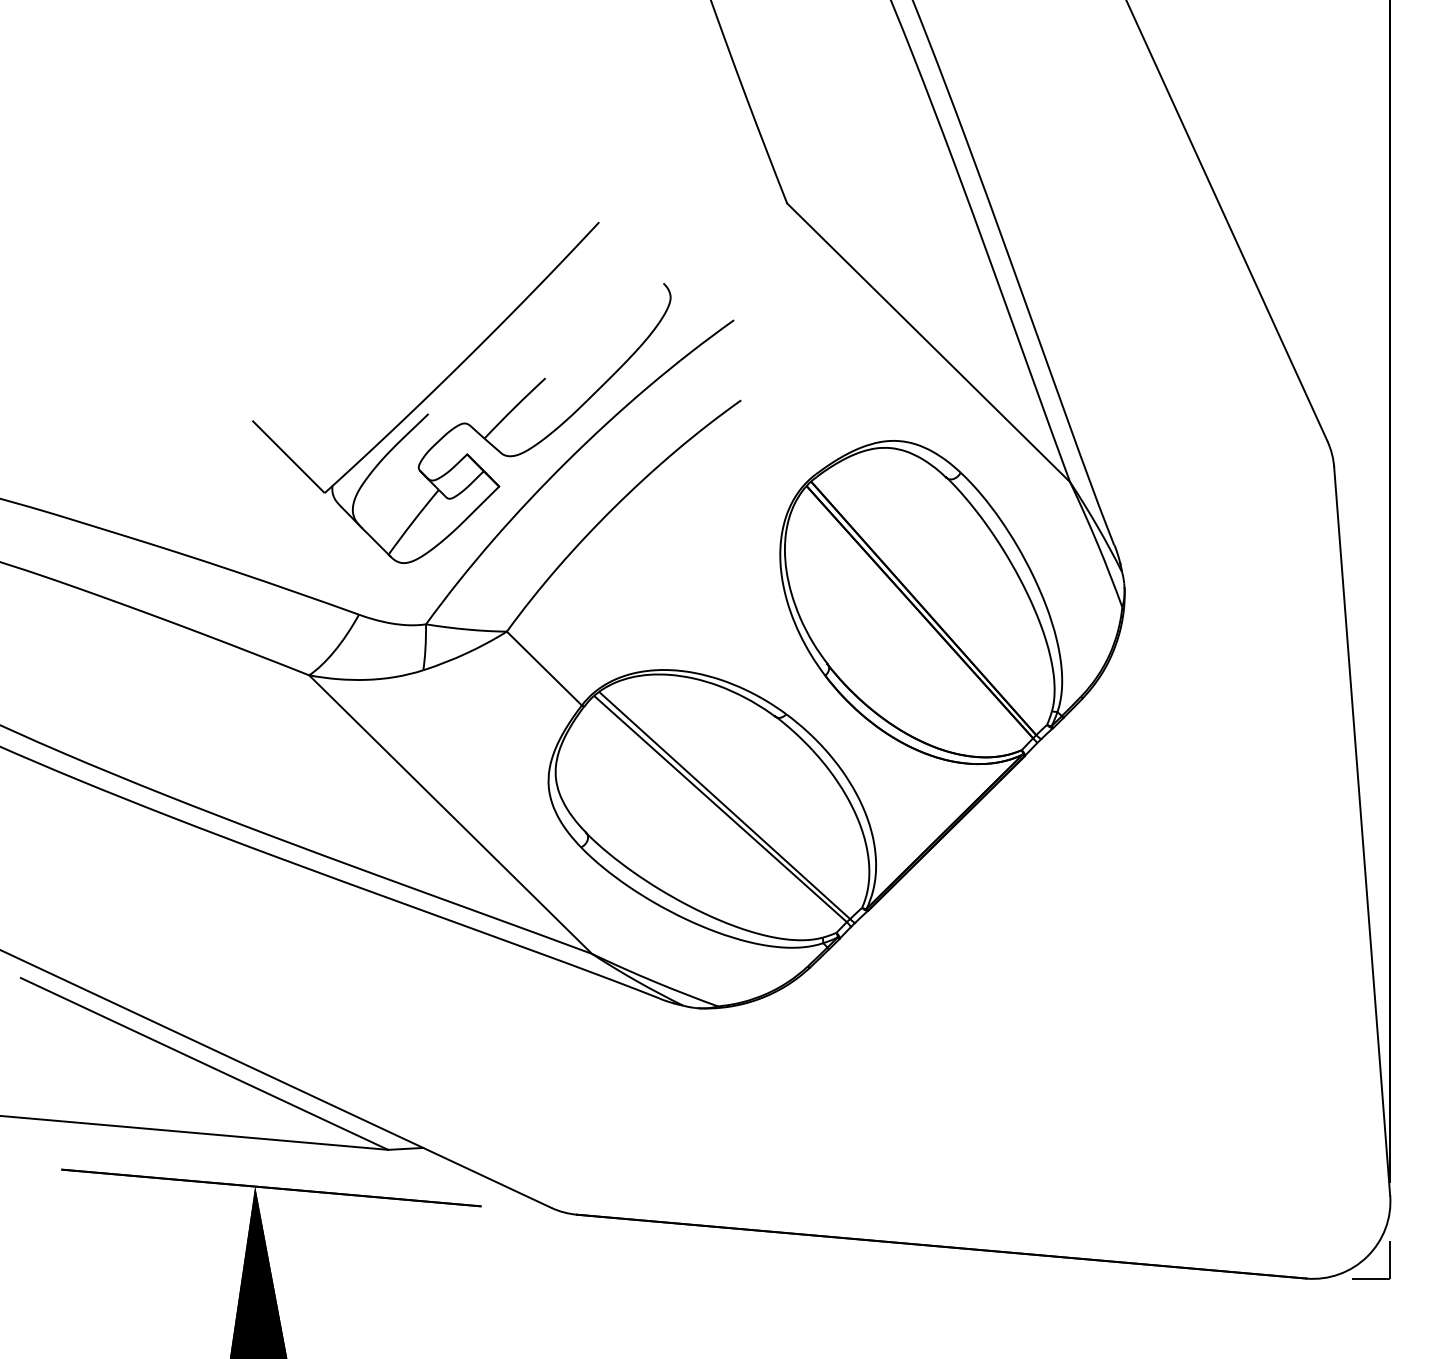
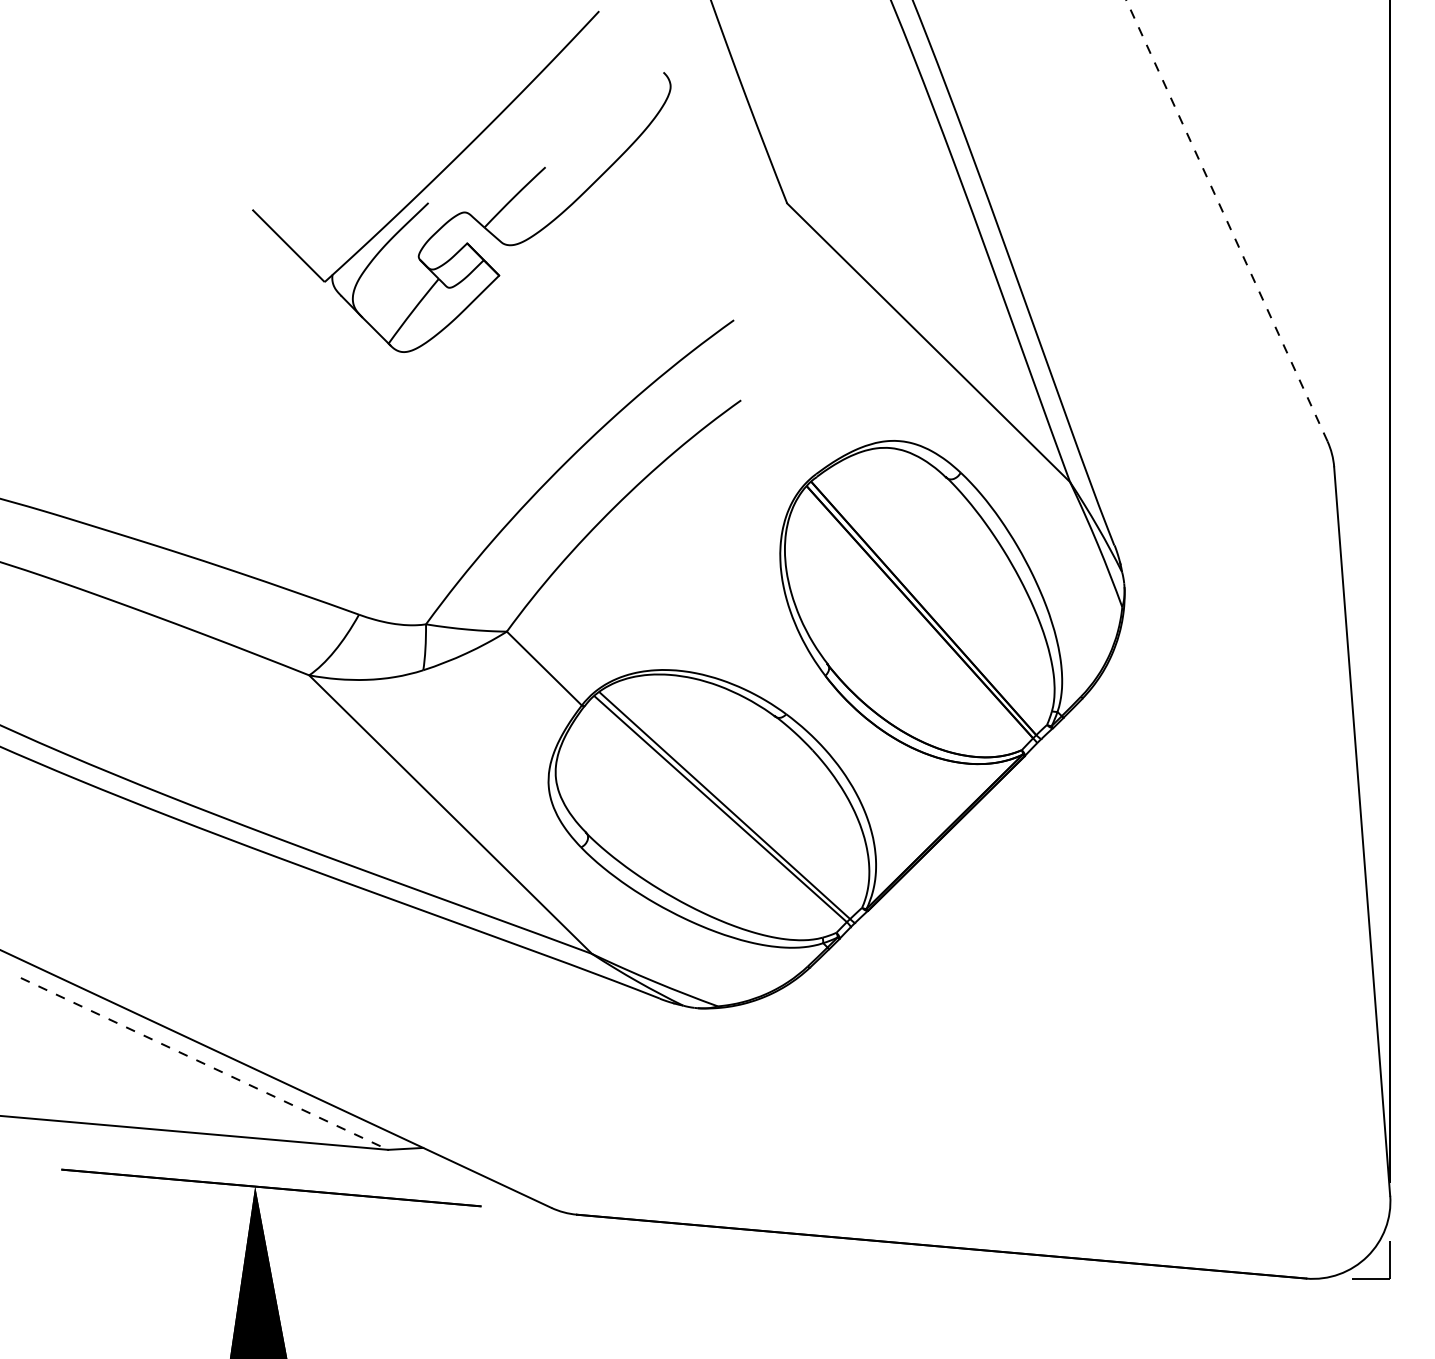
line at (1226, 220): solid -> dashed
part at (450, 376) position: (450, 376) -> (450, 165)
line at (204, 1063): solid -> dashed
